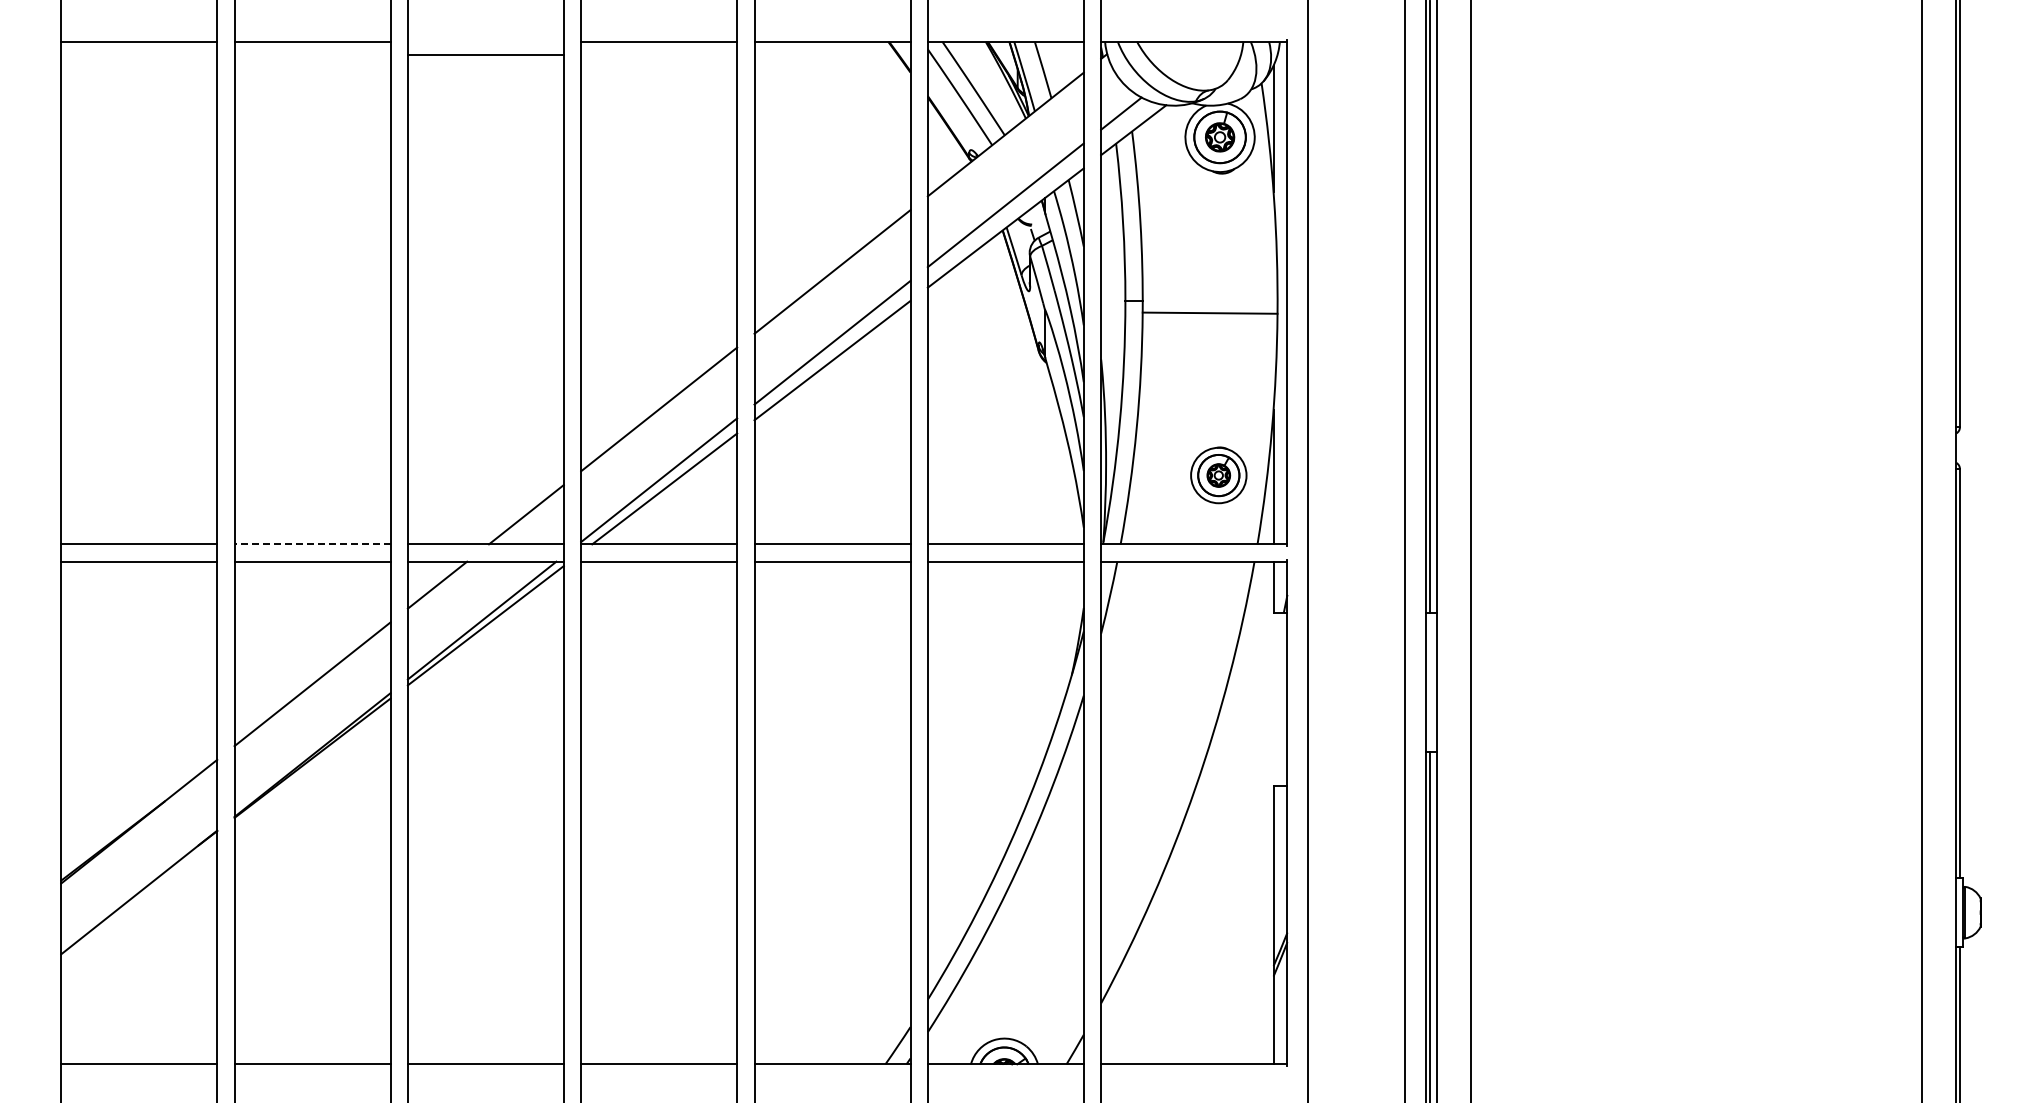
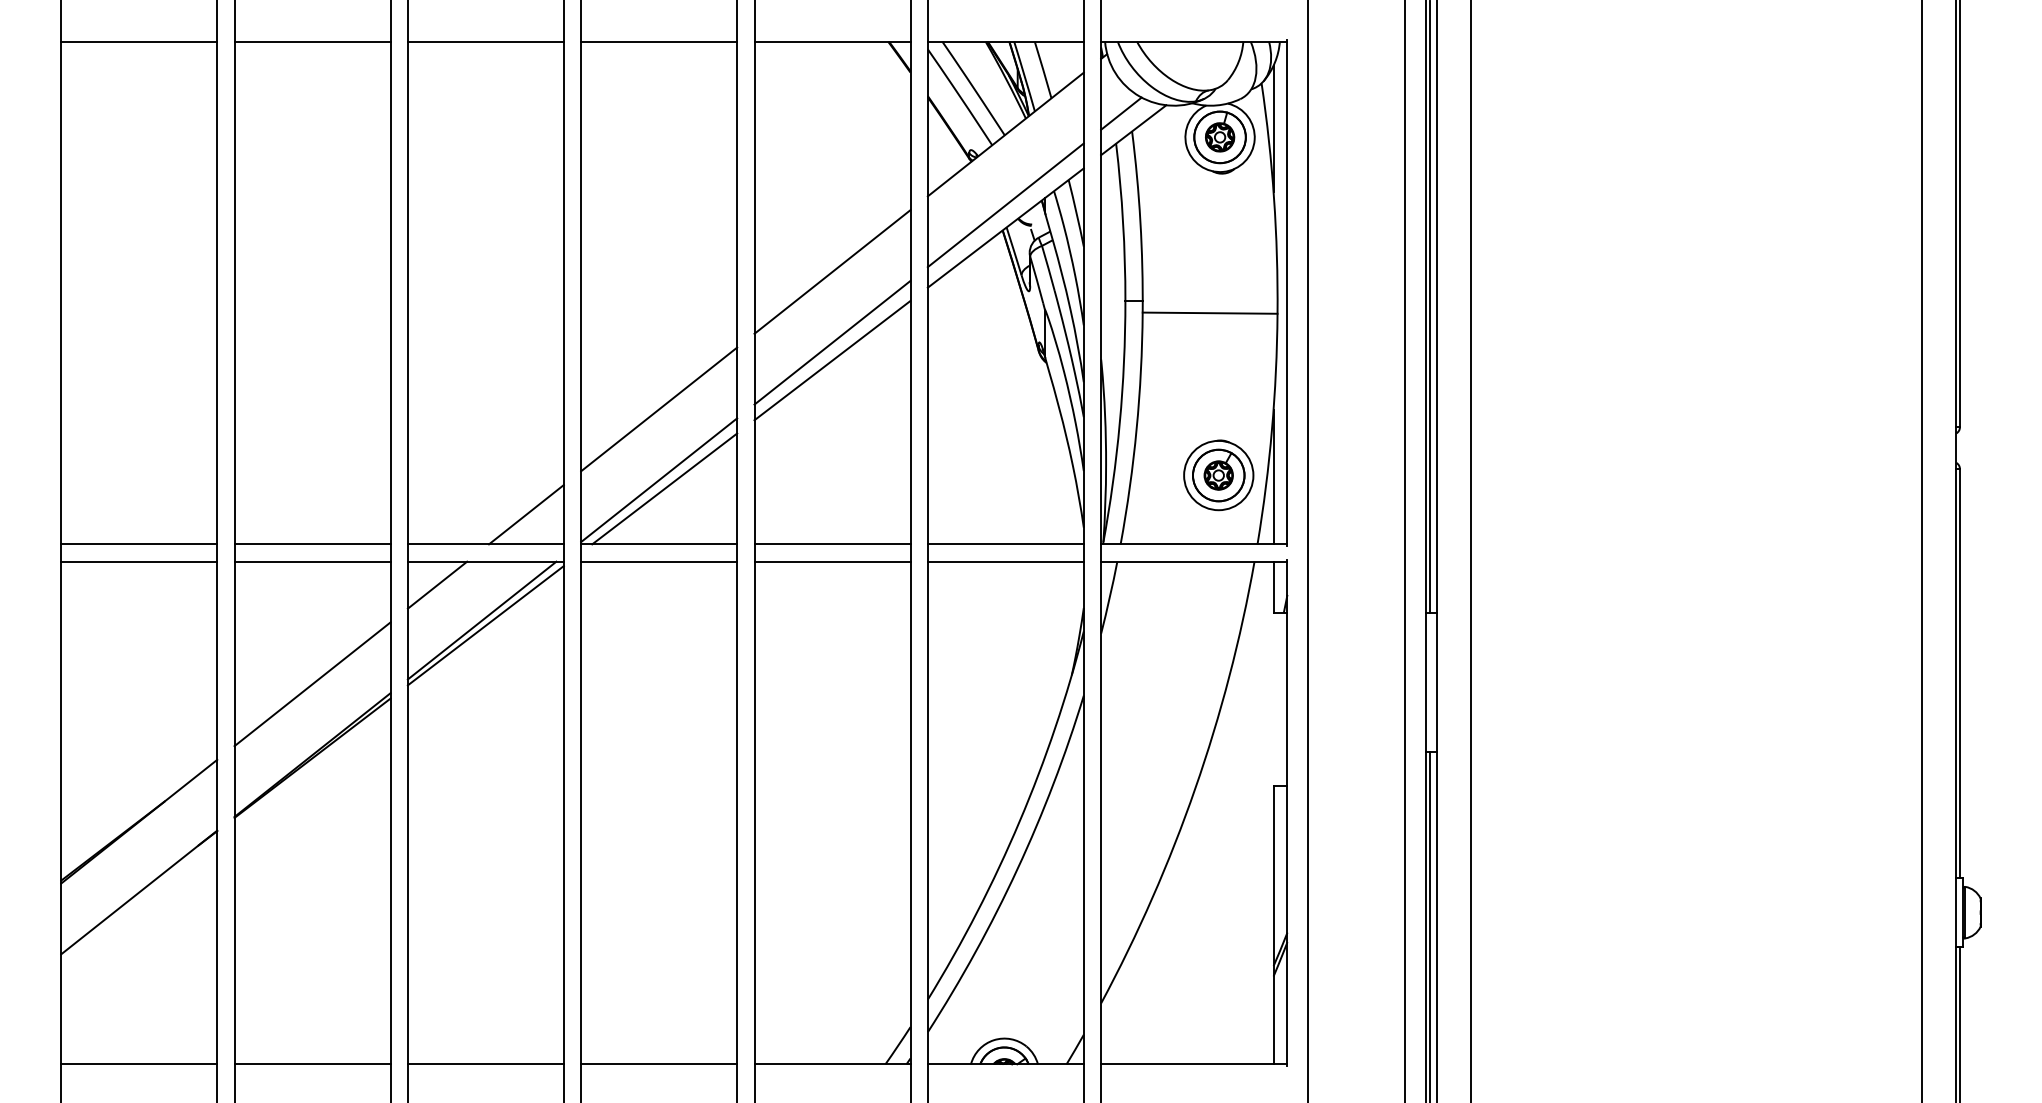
line at (485, 54) position: (485, 54) -> (485, 41)
part at (1218, 475) size: 58x59 px -> 72x73 px
line at (312, 544): dashed -> solid
